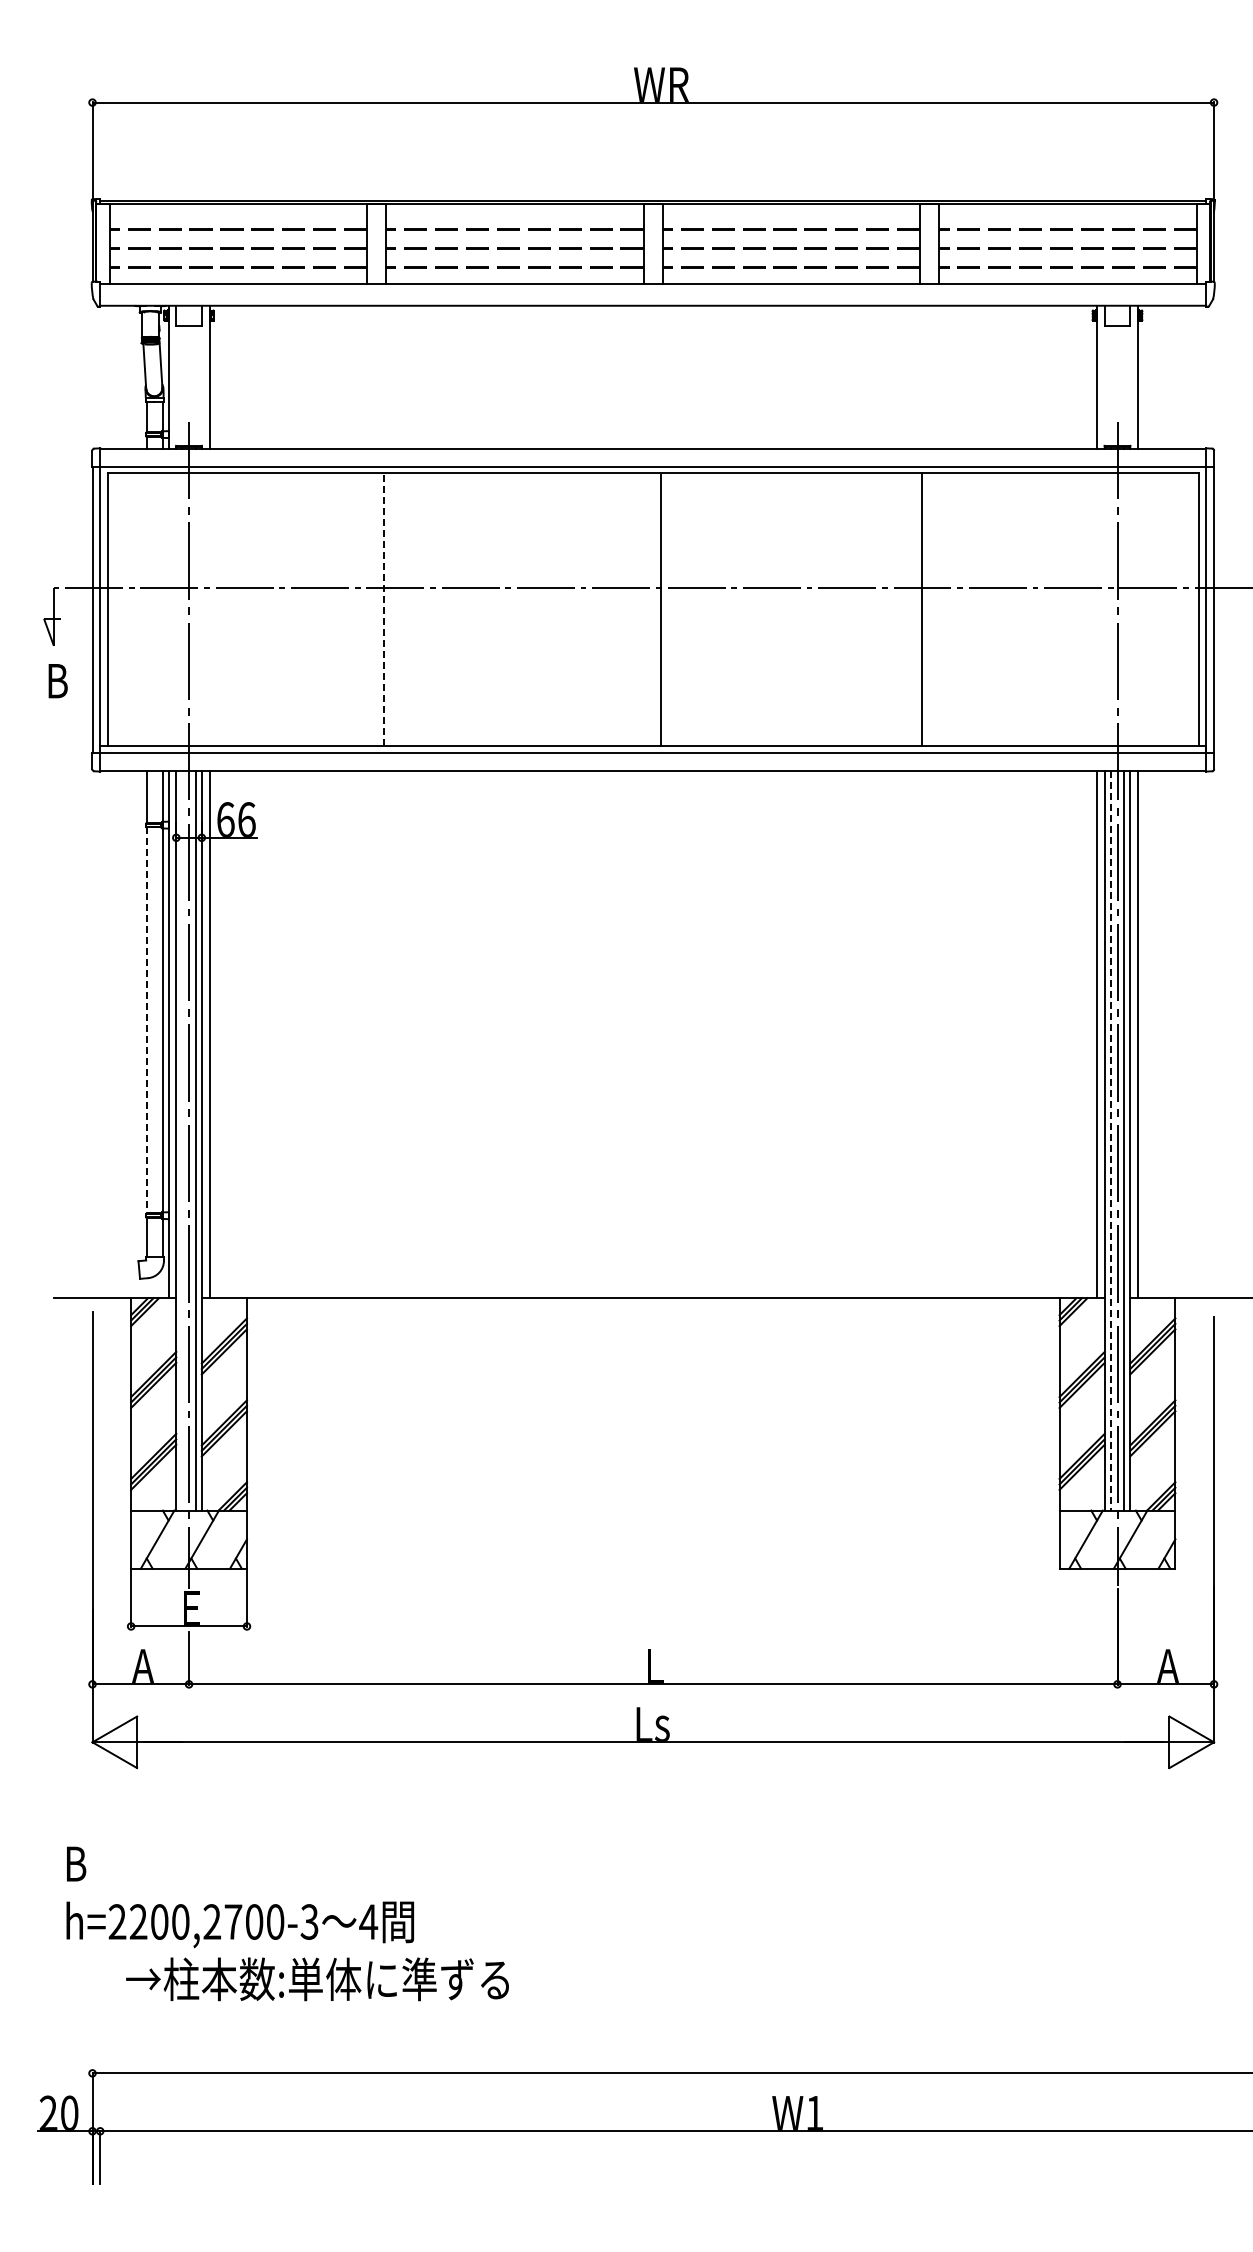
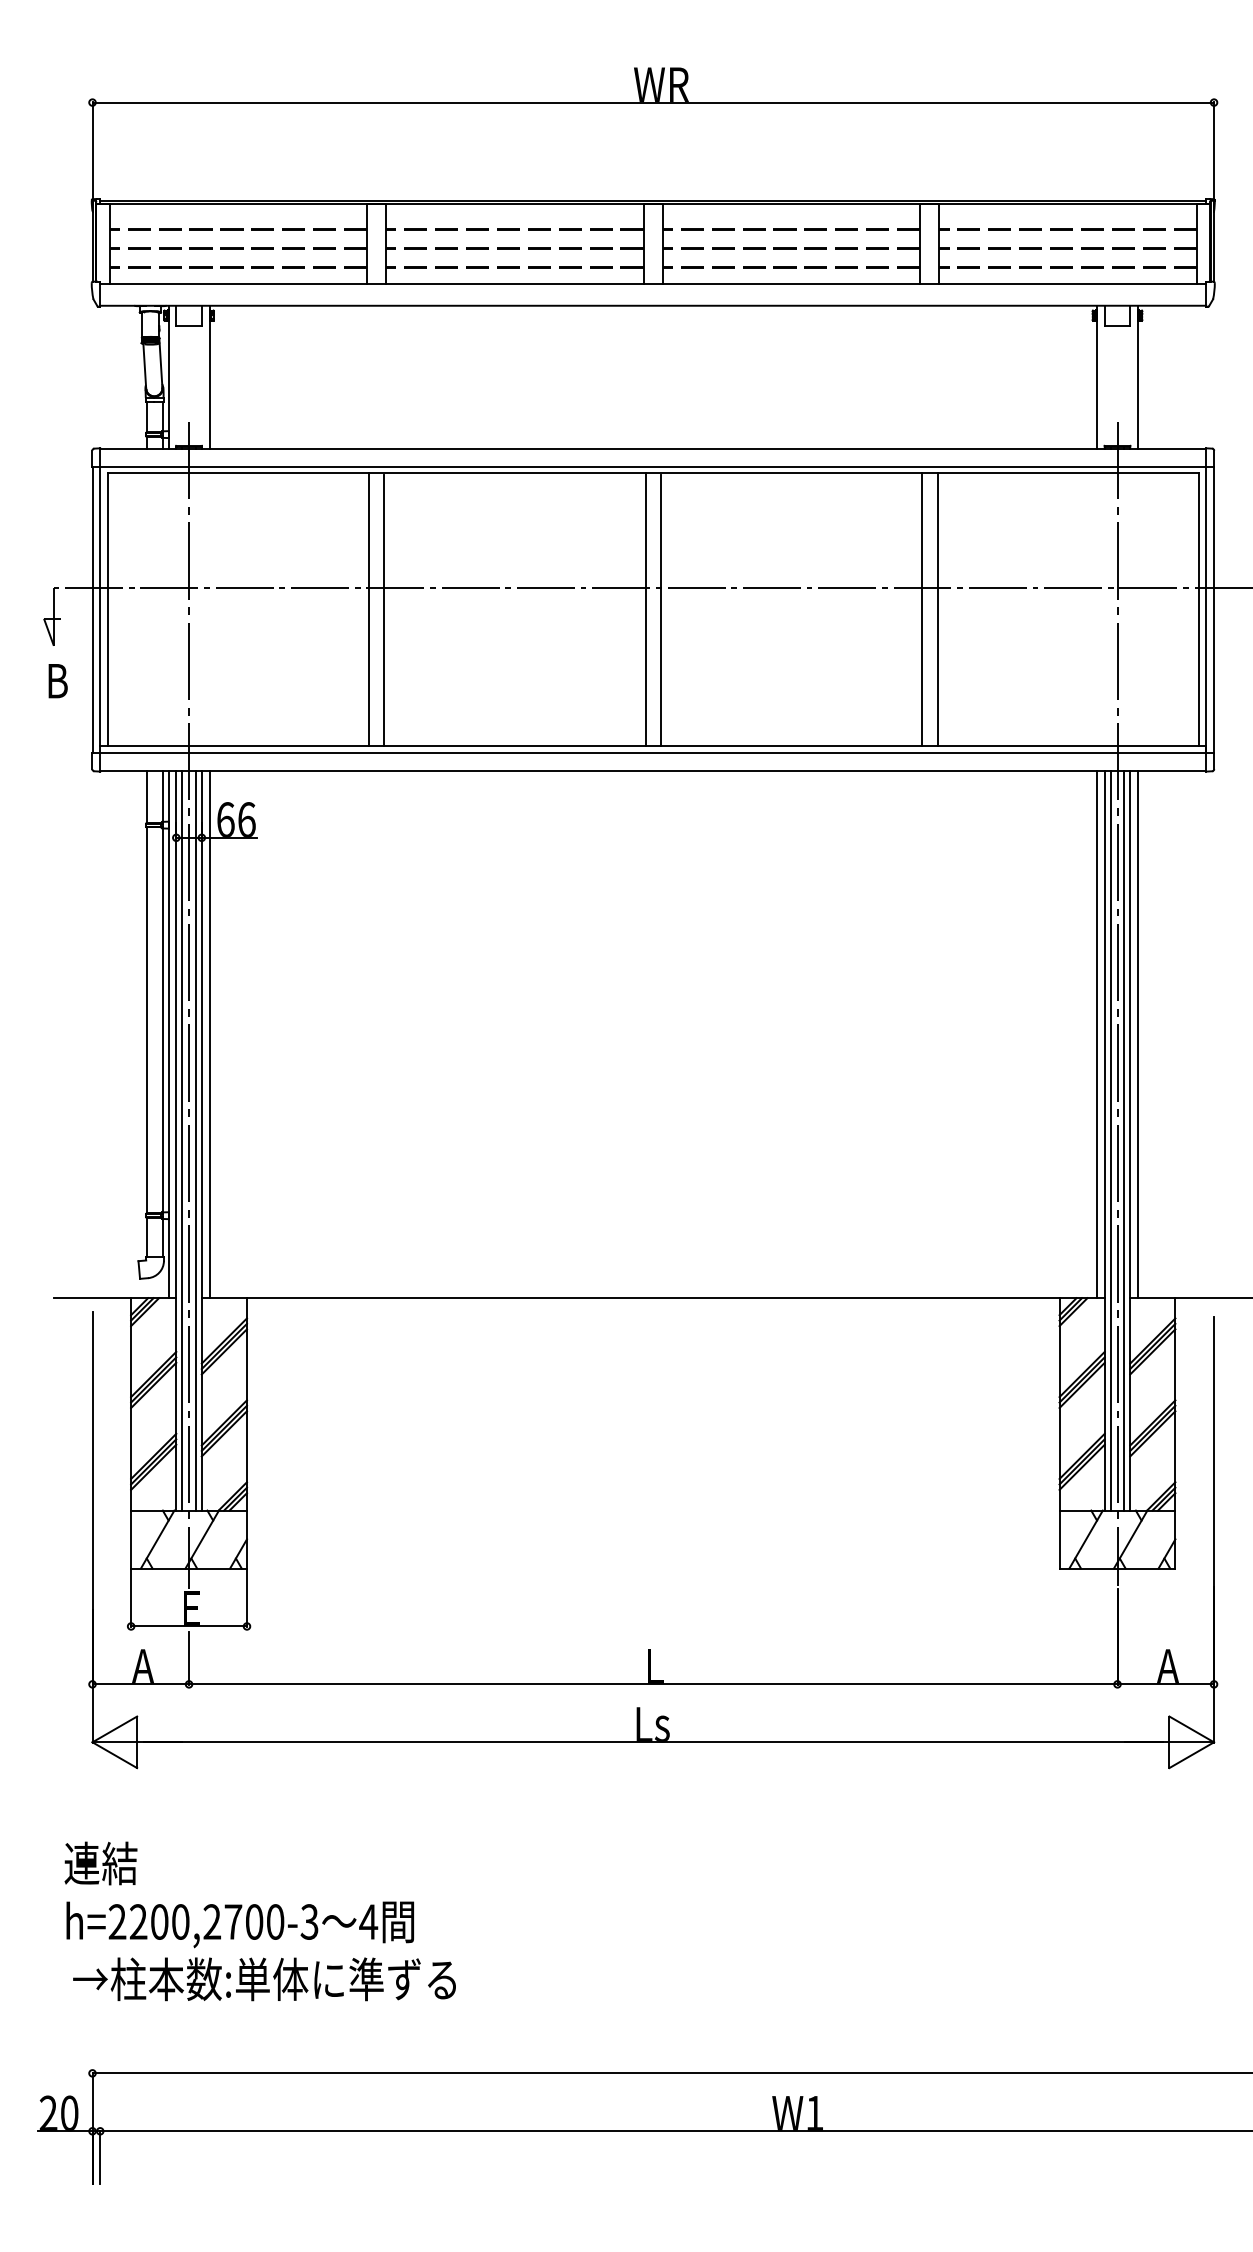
line at (369, 609): none -> present
line at (645, 609): none -> present
line at (937, 609): none -> present
line at (384, 610): dashed -> solid
line at (146, 1020): dashed -> solid
line at (182, 1140): none -> present
line at (1110, 1140): dashed -> solid
text at (100, 1863): B -> 連結
text at (317, 1979) position: (317, 1979) -> (264, 1979)
